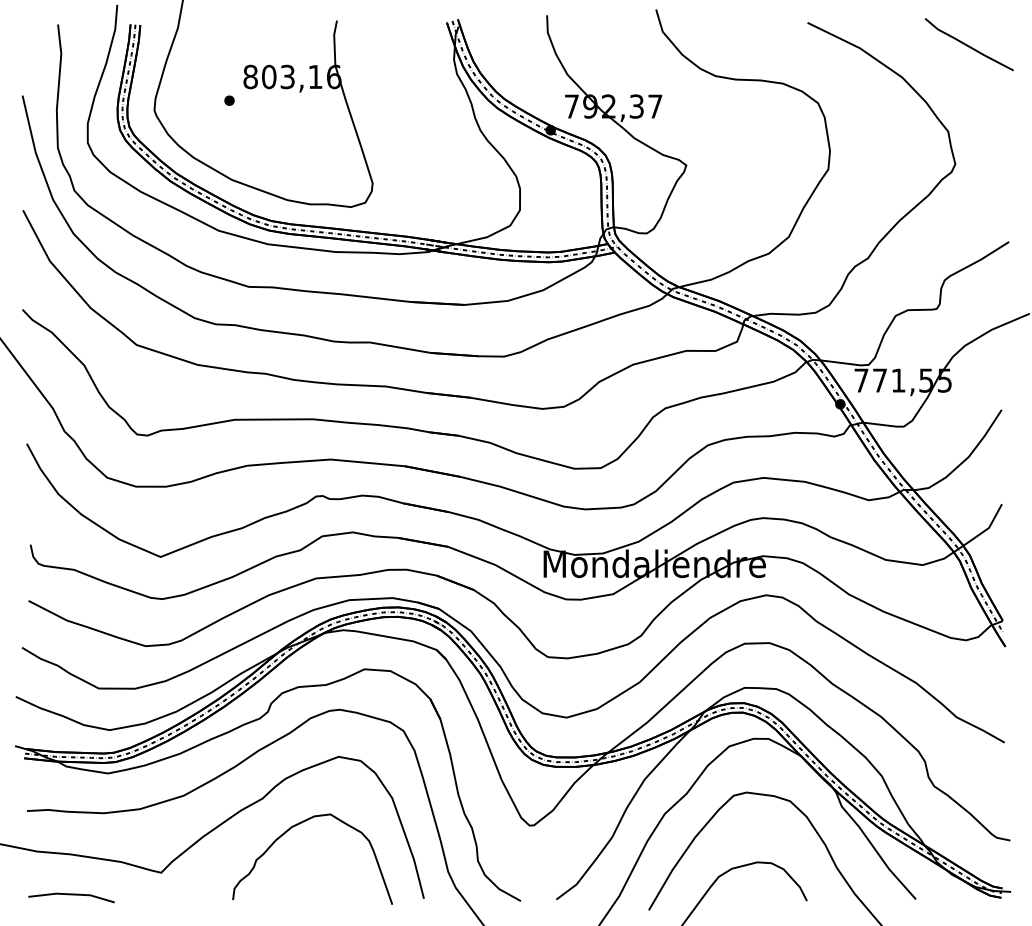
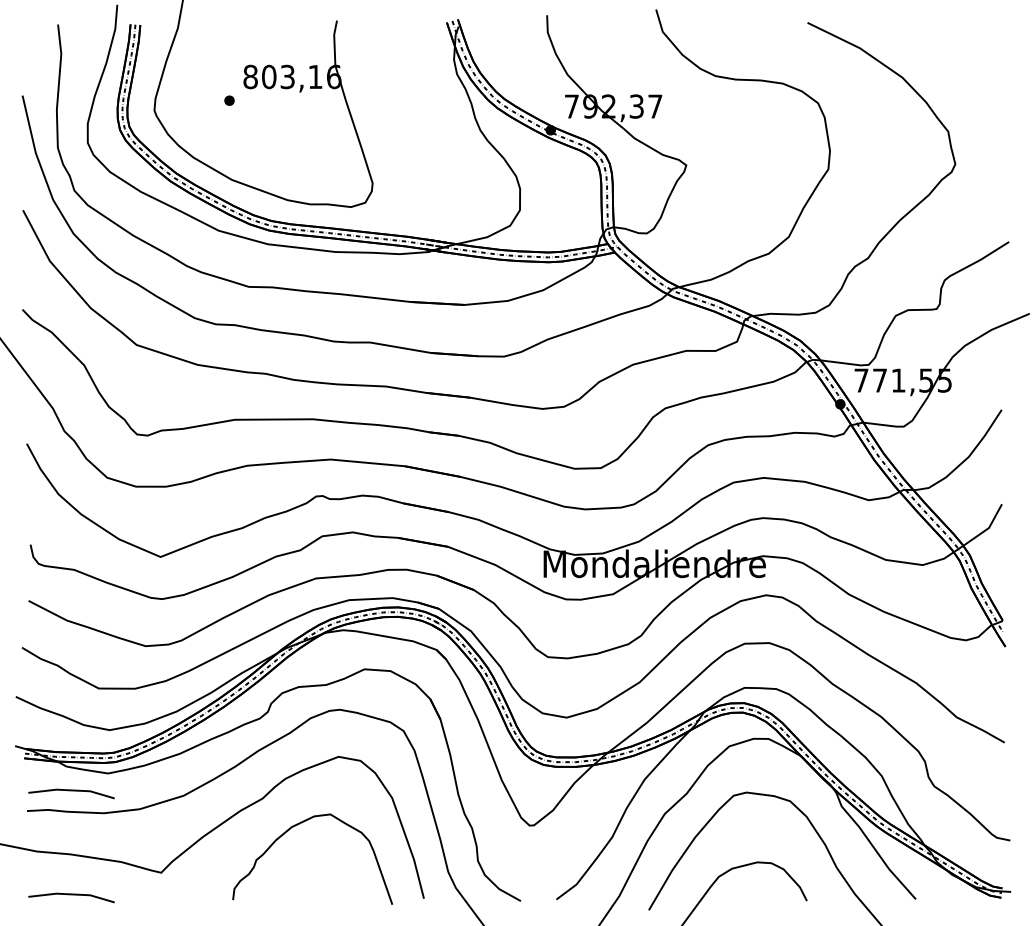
line at (967, 44): present -> none
line at (71, 791): none -> present
